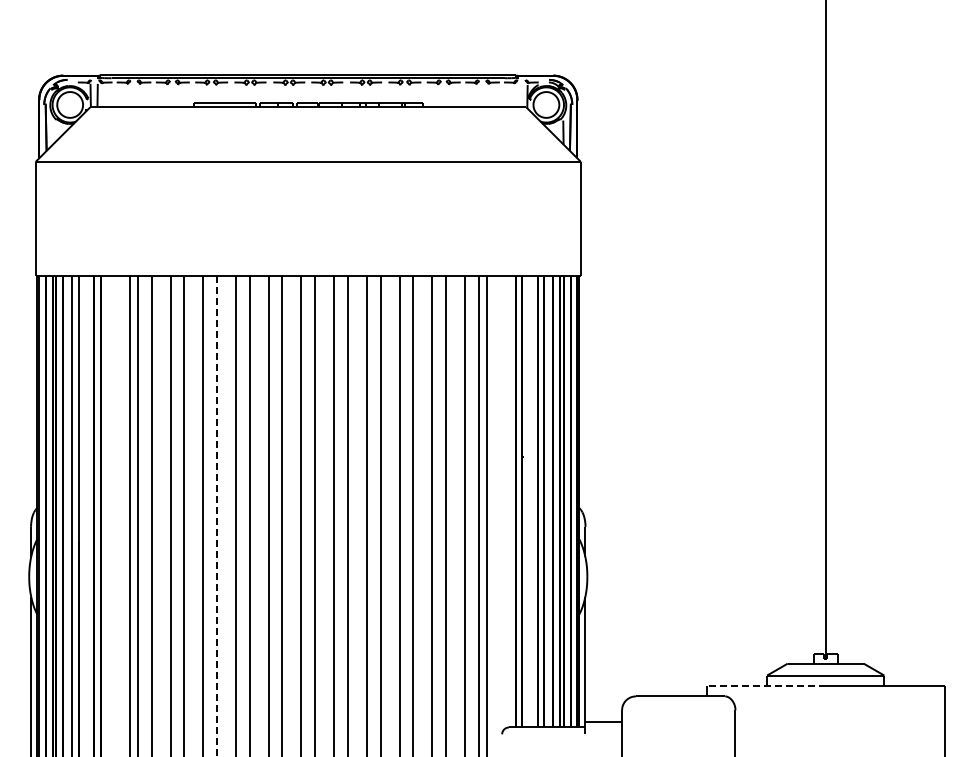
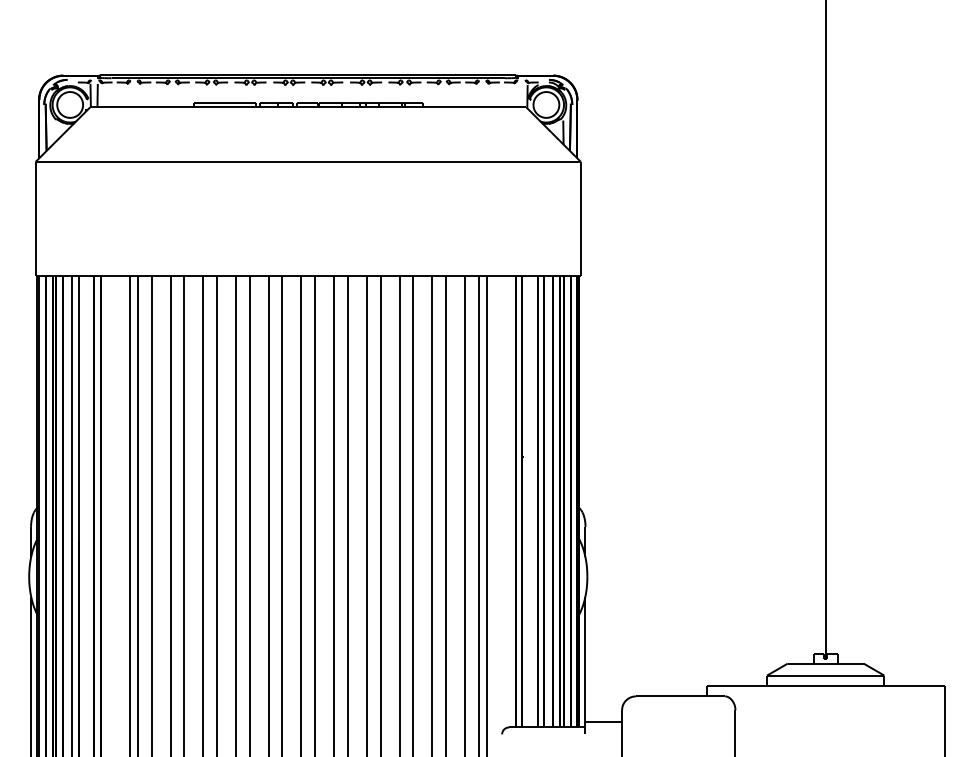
line at (217, 516): dashed -> solid
line at (766, 686): dashed -> solid
